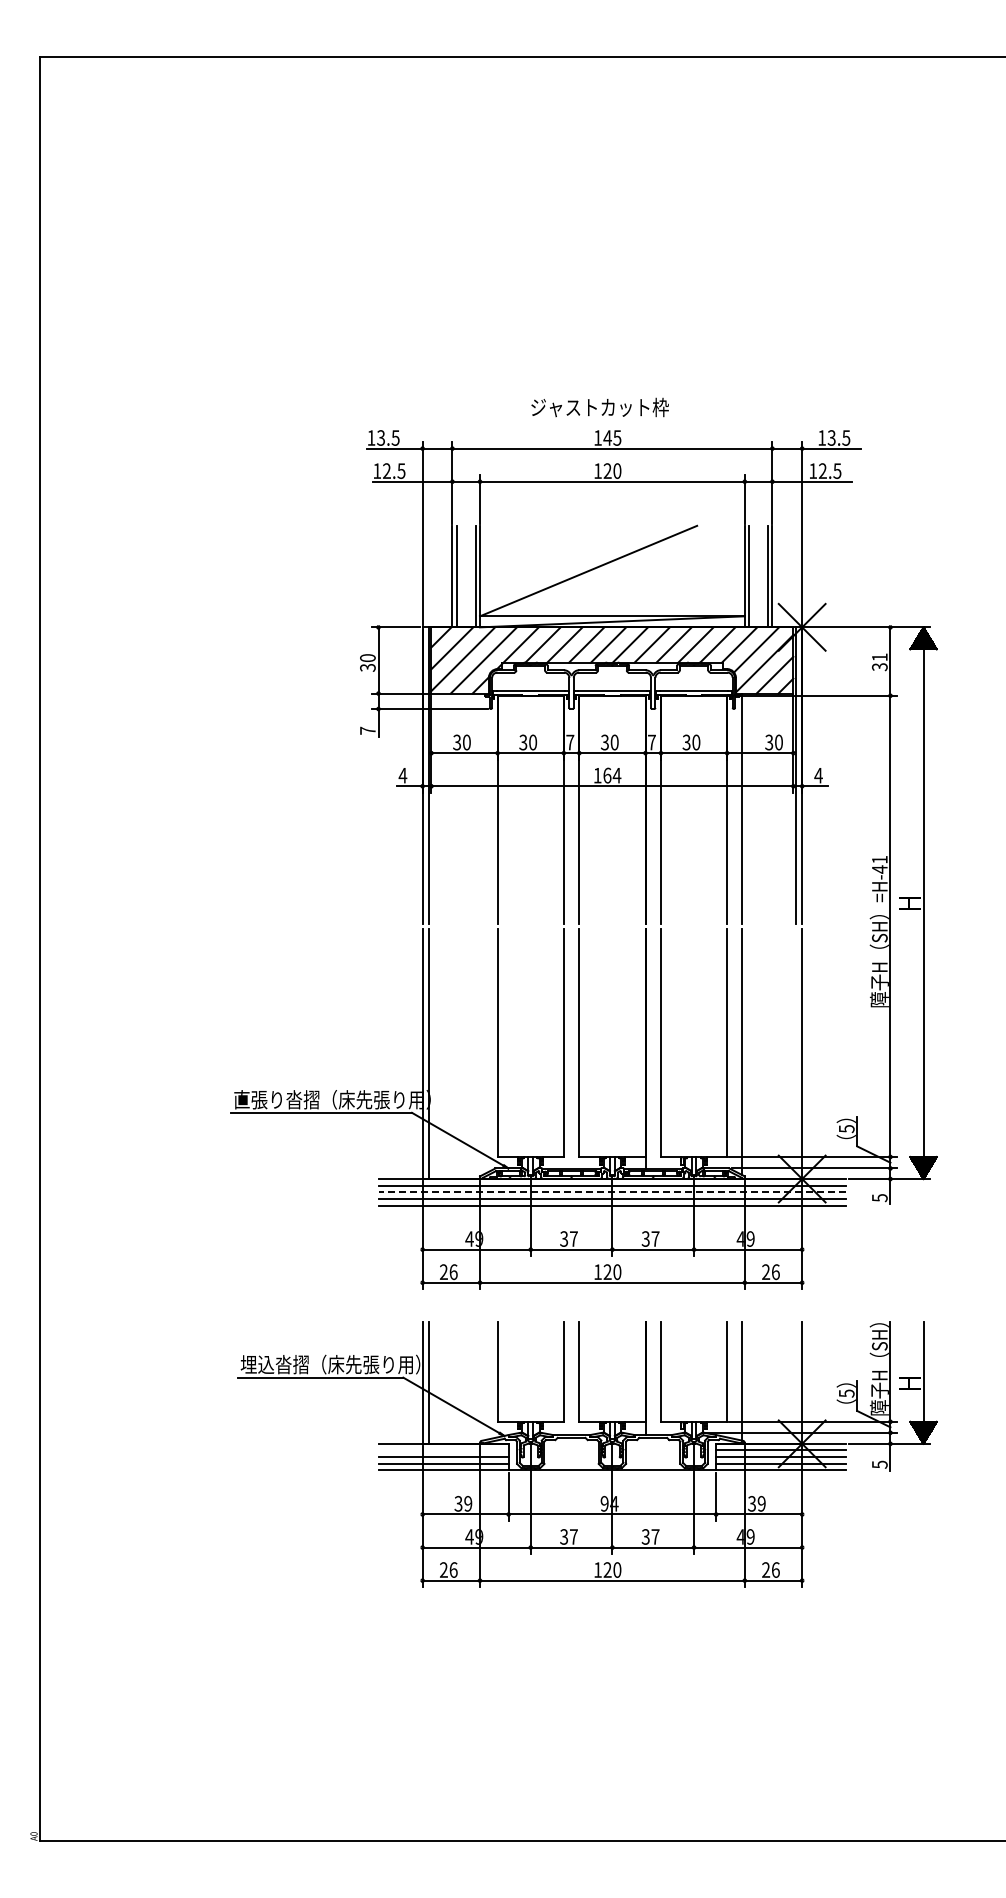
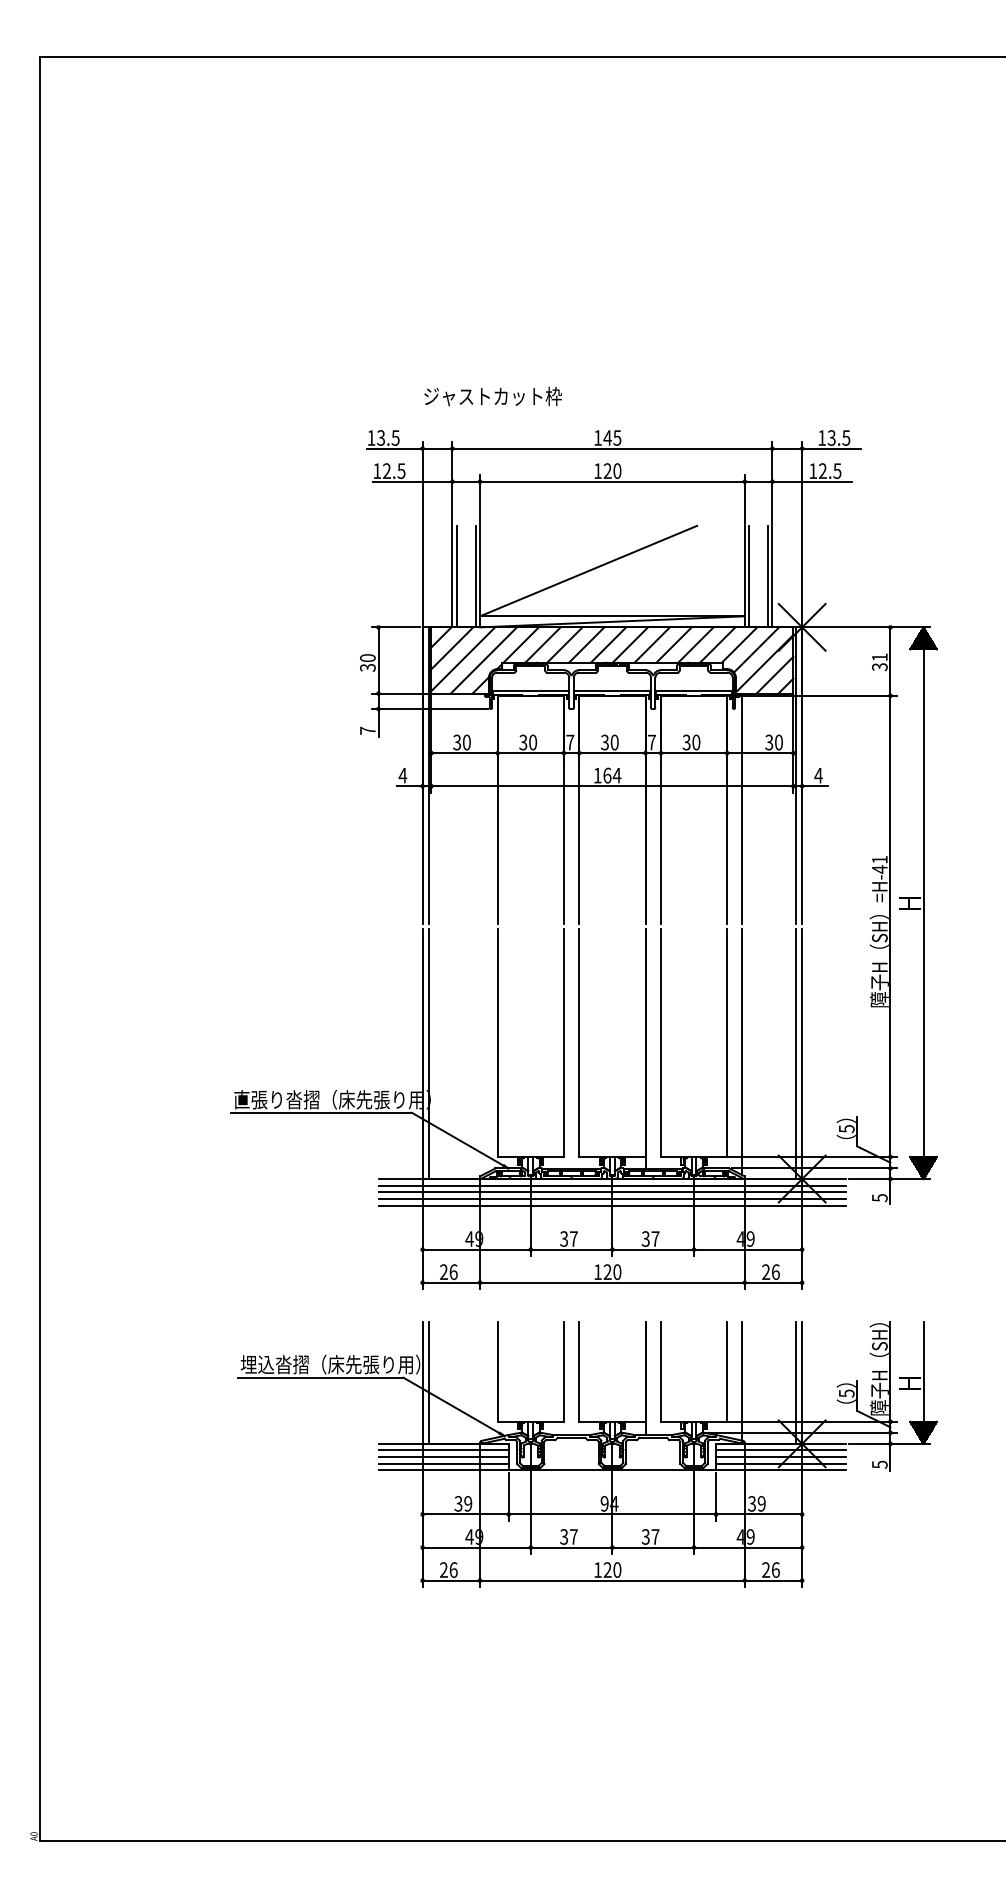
text at (599, 407) position: (599, 407) -> (492, 396)
line at (795, 1053): none -> present
line at (612, 1192): dashed -> solid
line at (795, 1382): none -> present
line at (443, 1450): none -> present
